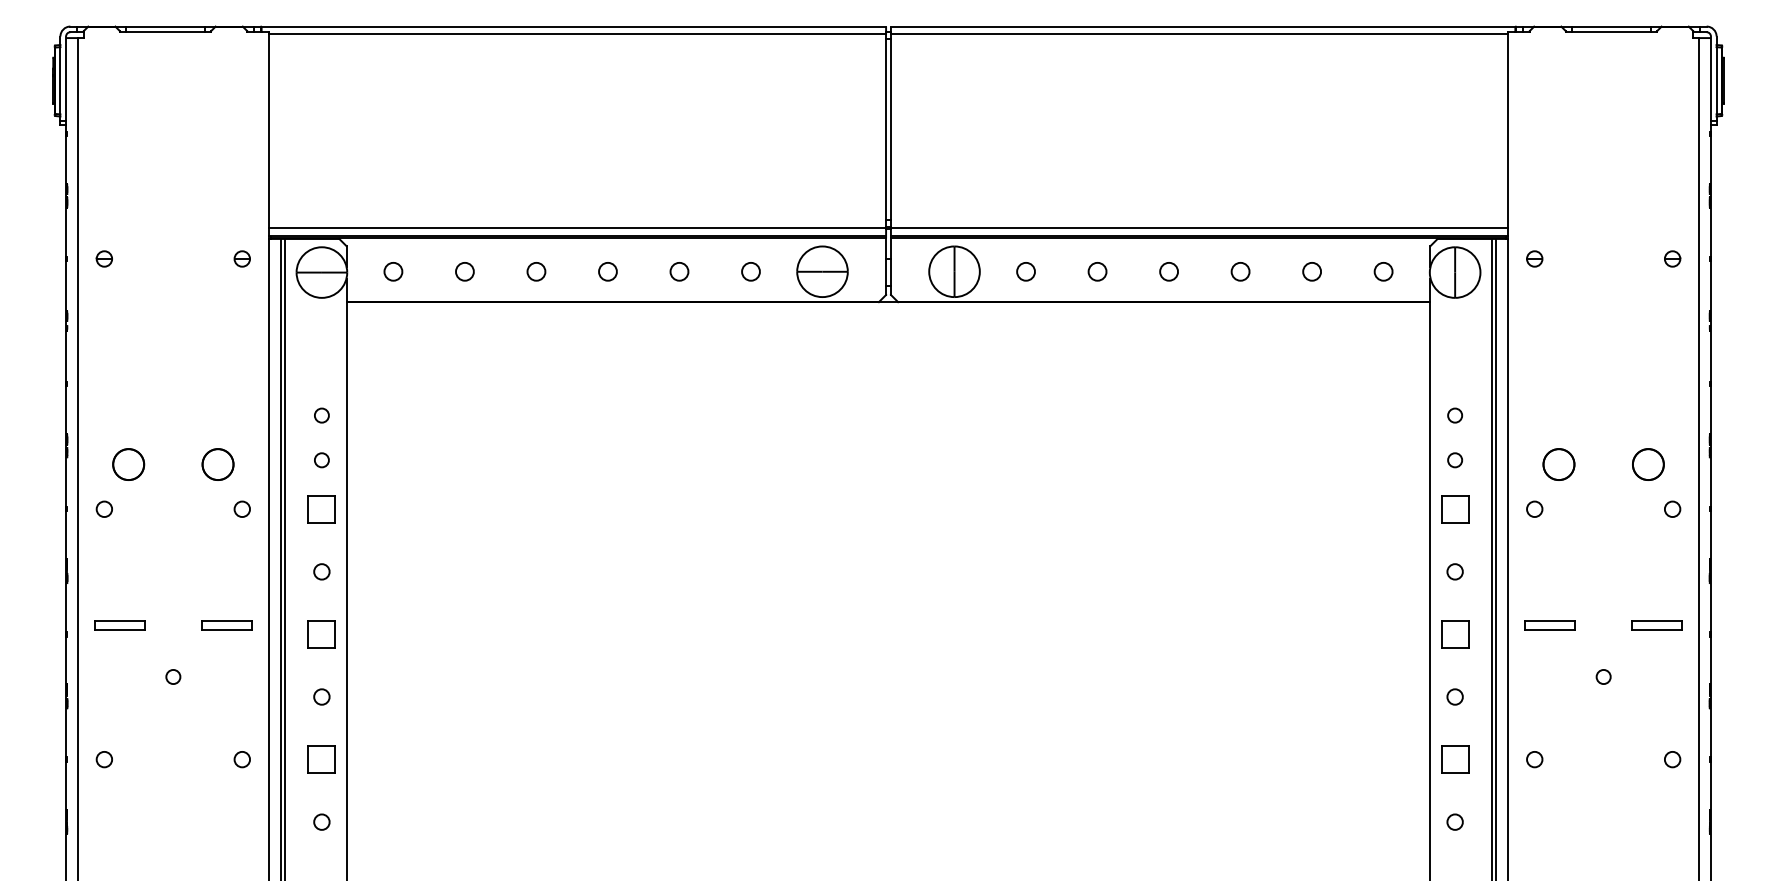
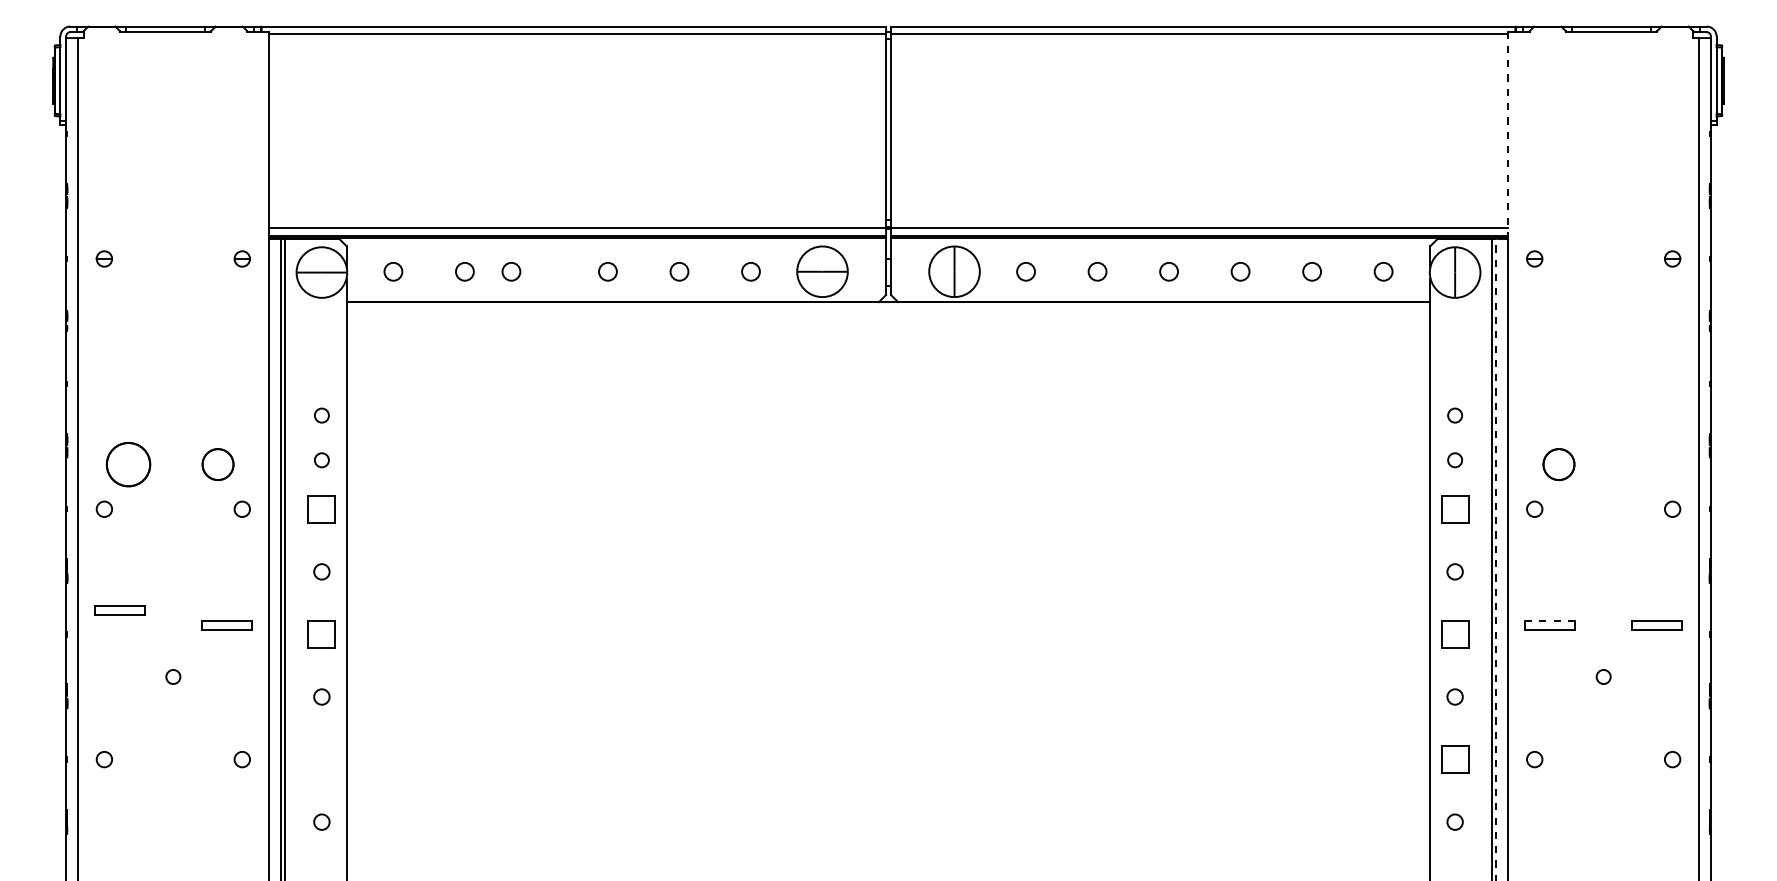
line at (1508, 135): solid -> dashed
circle at (536, 271) position: (536, 271) -> (511, 271)
circle at (128, 464) size: 34x33 px -> 47x46 px
circle at (1648, 464): present -> none
line at (1496, 559): solid -> dashed
line at (1549, 620): solid -> dashed
part at (119, 625) position: (119, 625) -> (119, 610)
part at (321, 759): present -> none
